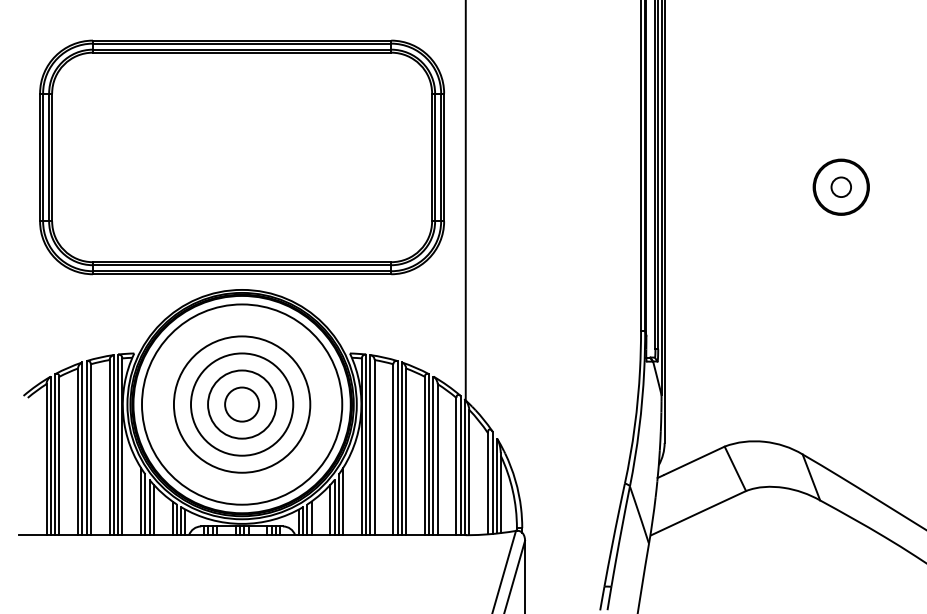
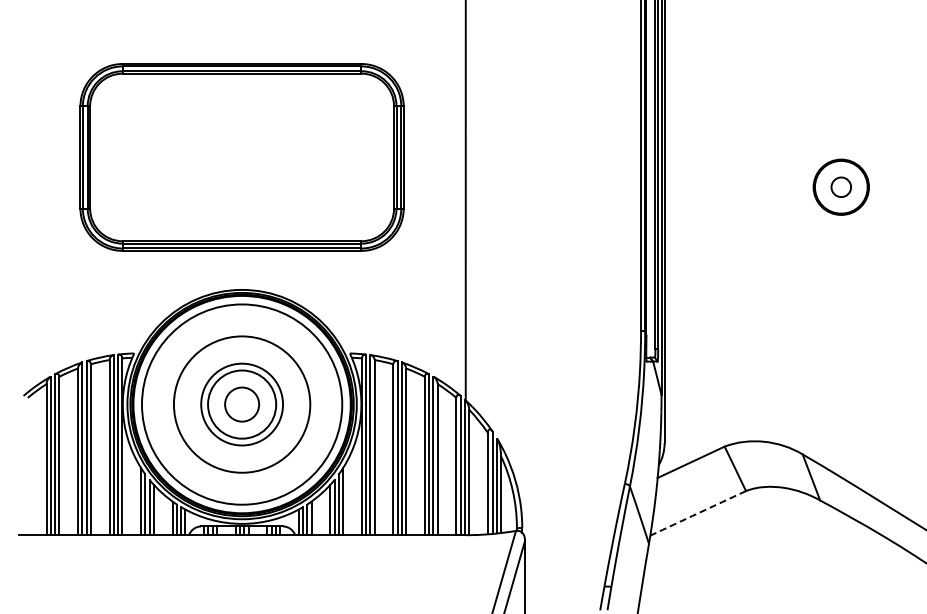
part at (241, 157) size: 406x237 px -> 326x189 px
circle at (242, 404) diameter: 102 px -> 82 px
arc at (698, 513): solid -> dashed
